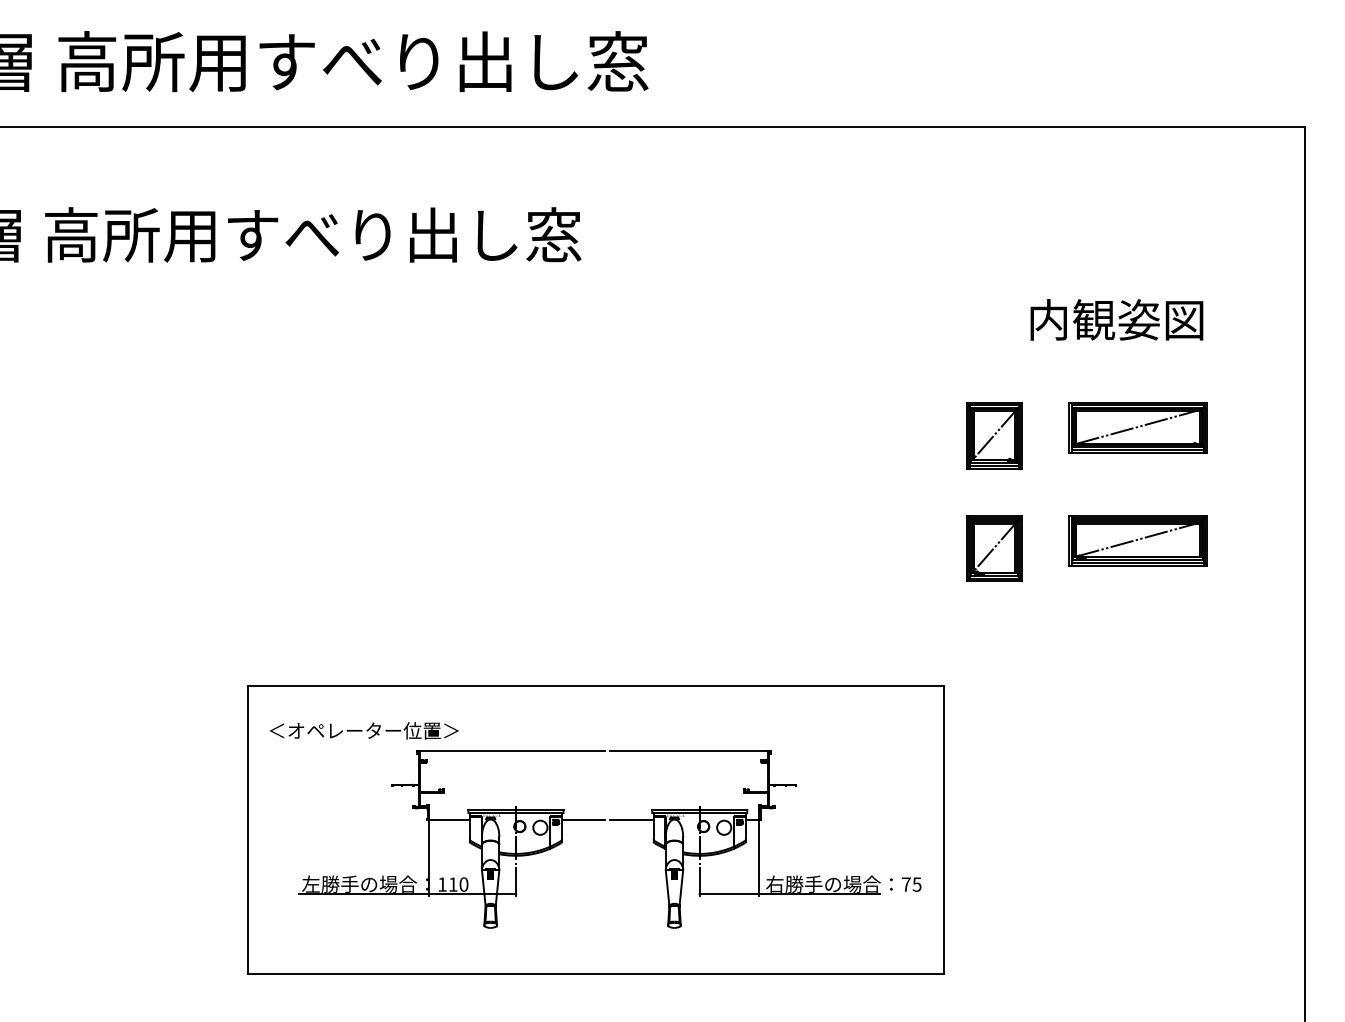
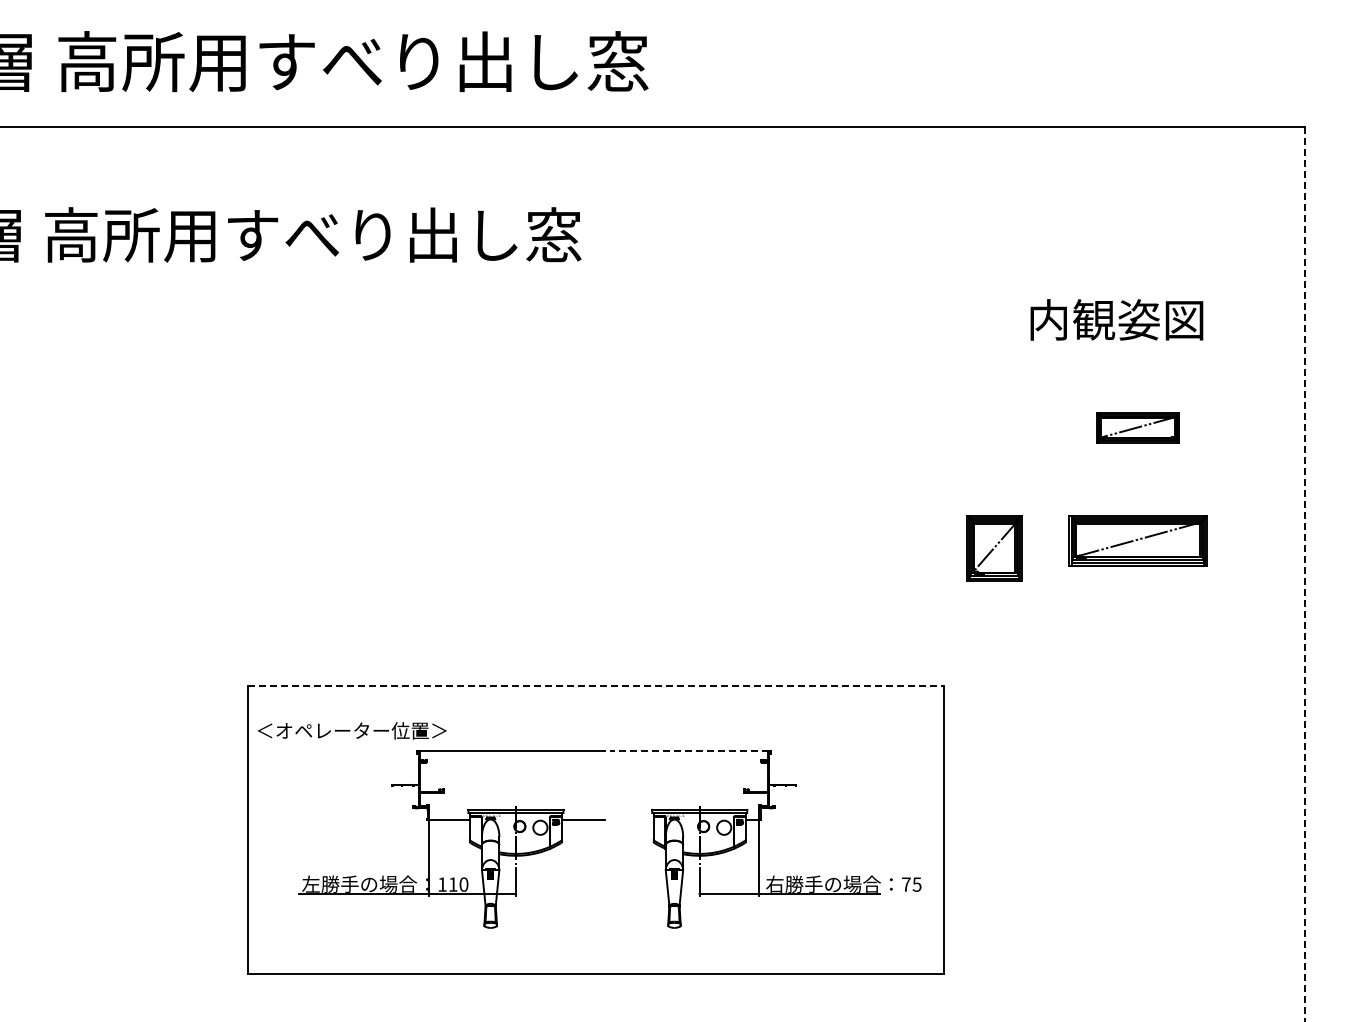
part at (1137, 427) size: 140x52 px -> 84x32 px
part at (994, 435): present -> none
line at (1304, 574): solid -> dashed
line at (595, 686): solid -> dashed
text at (363, 730) position: (363, 730) -> (351, 730)
line at (689, 751): solid -> dashed
line at (631, 820): present -> none
